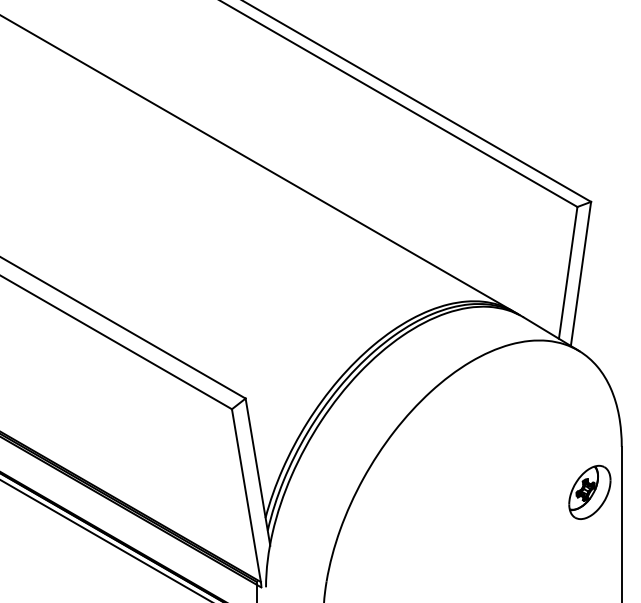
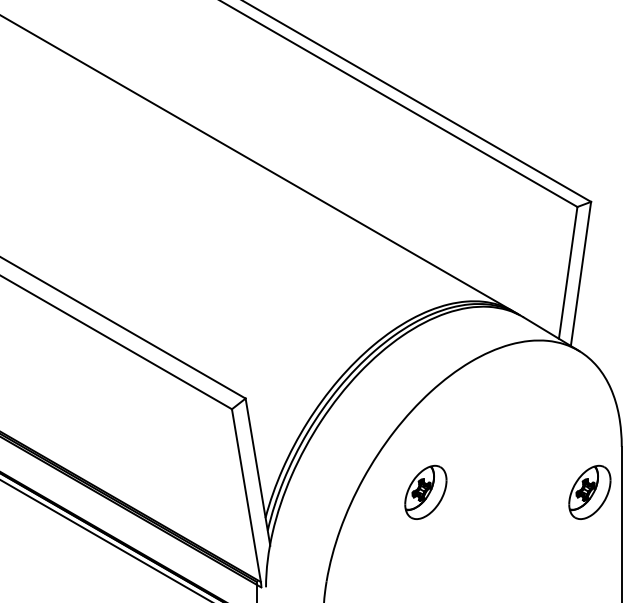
part at (425, 491): none -> present
